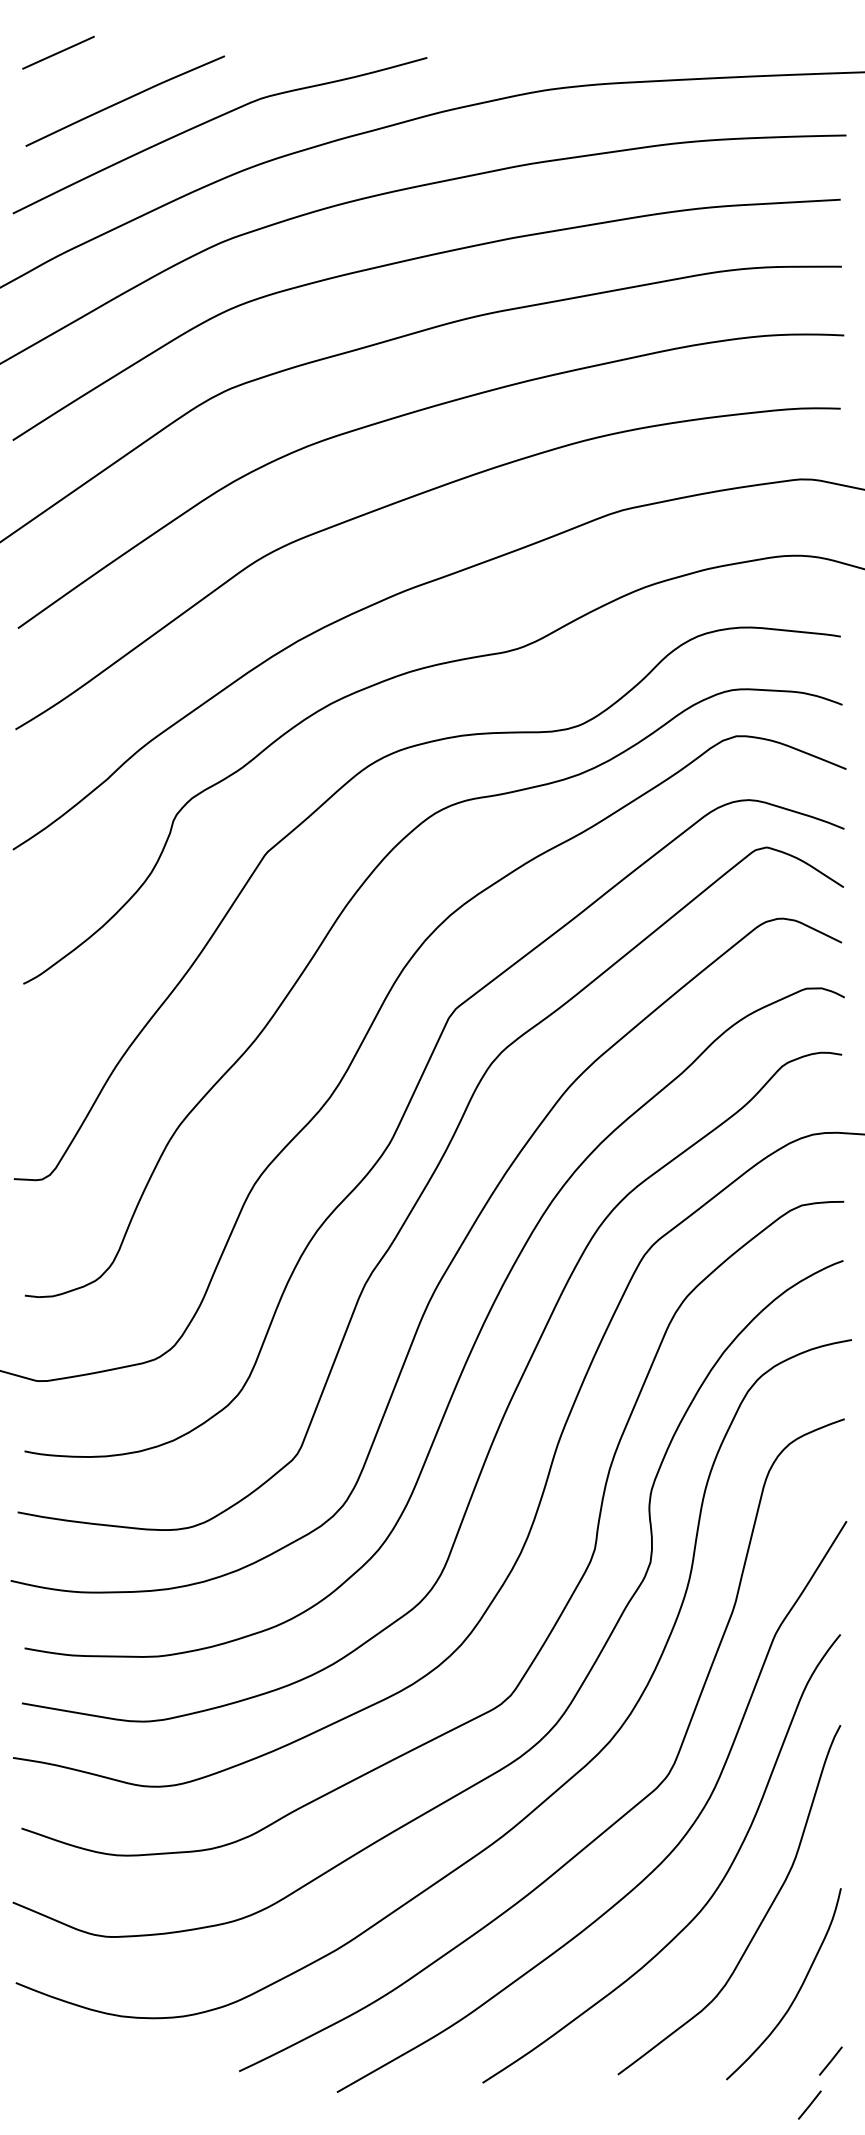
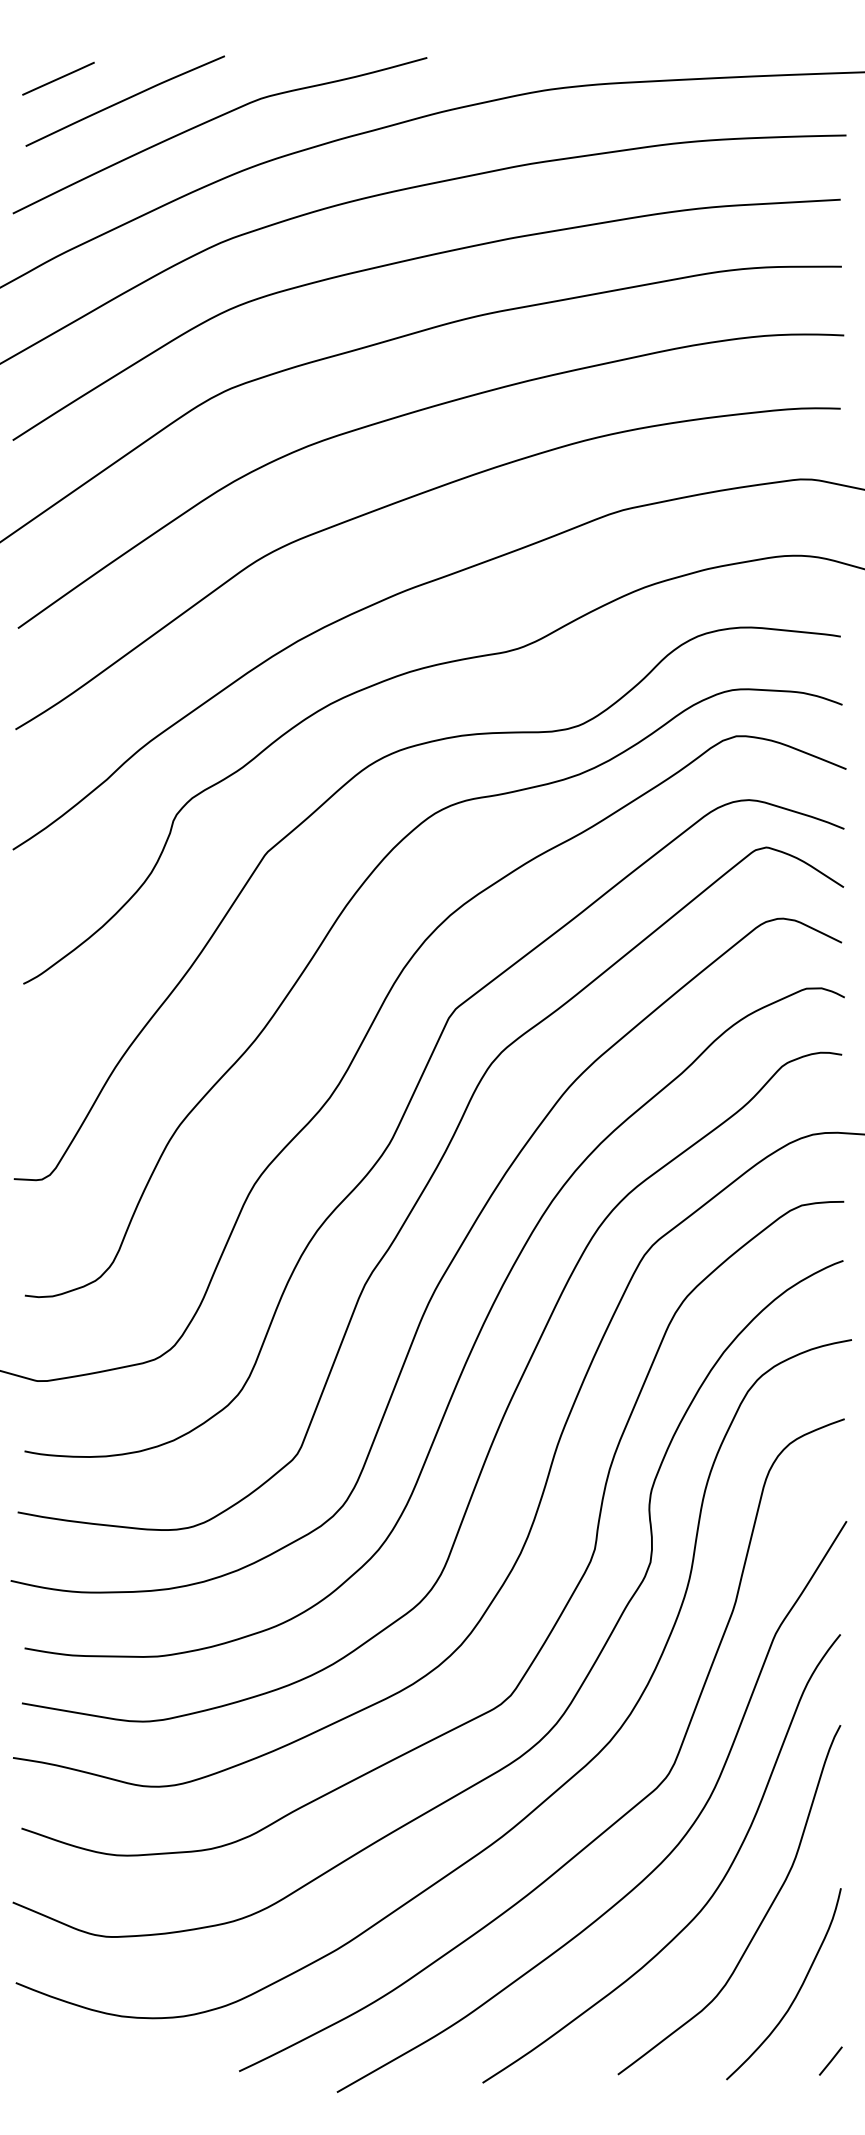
line at (58, 52) position: (58, 52) -> (58, 78)
line at (809, 2104): present -> none
